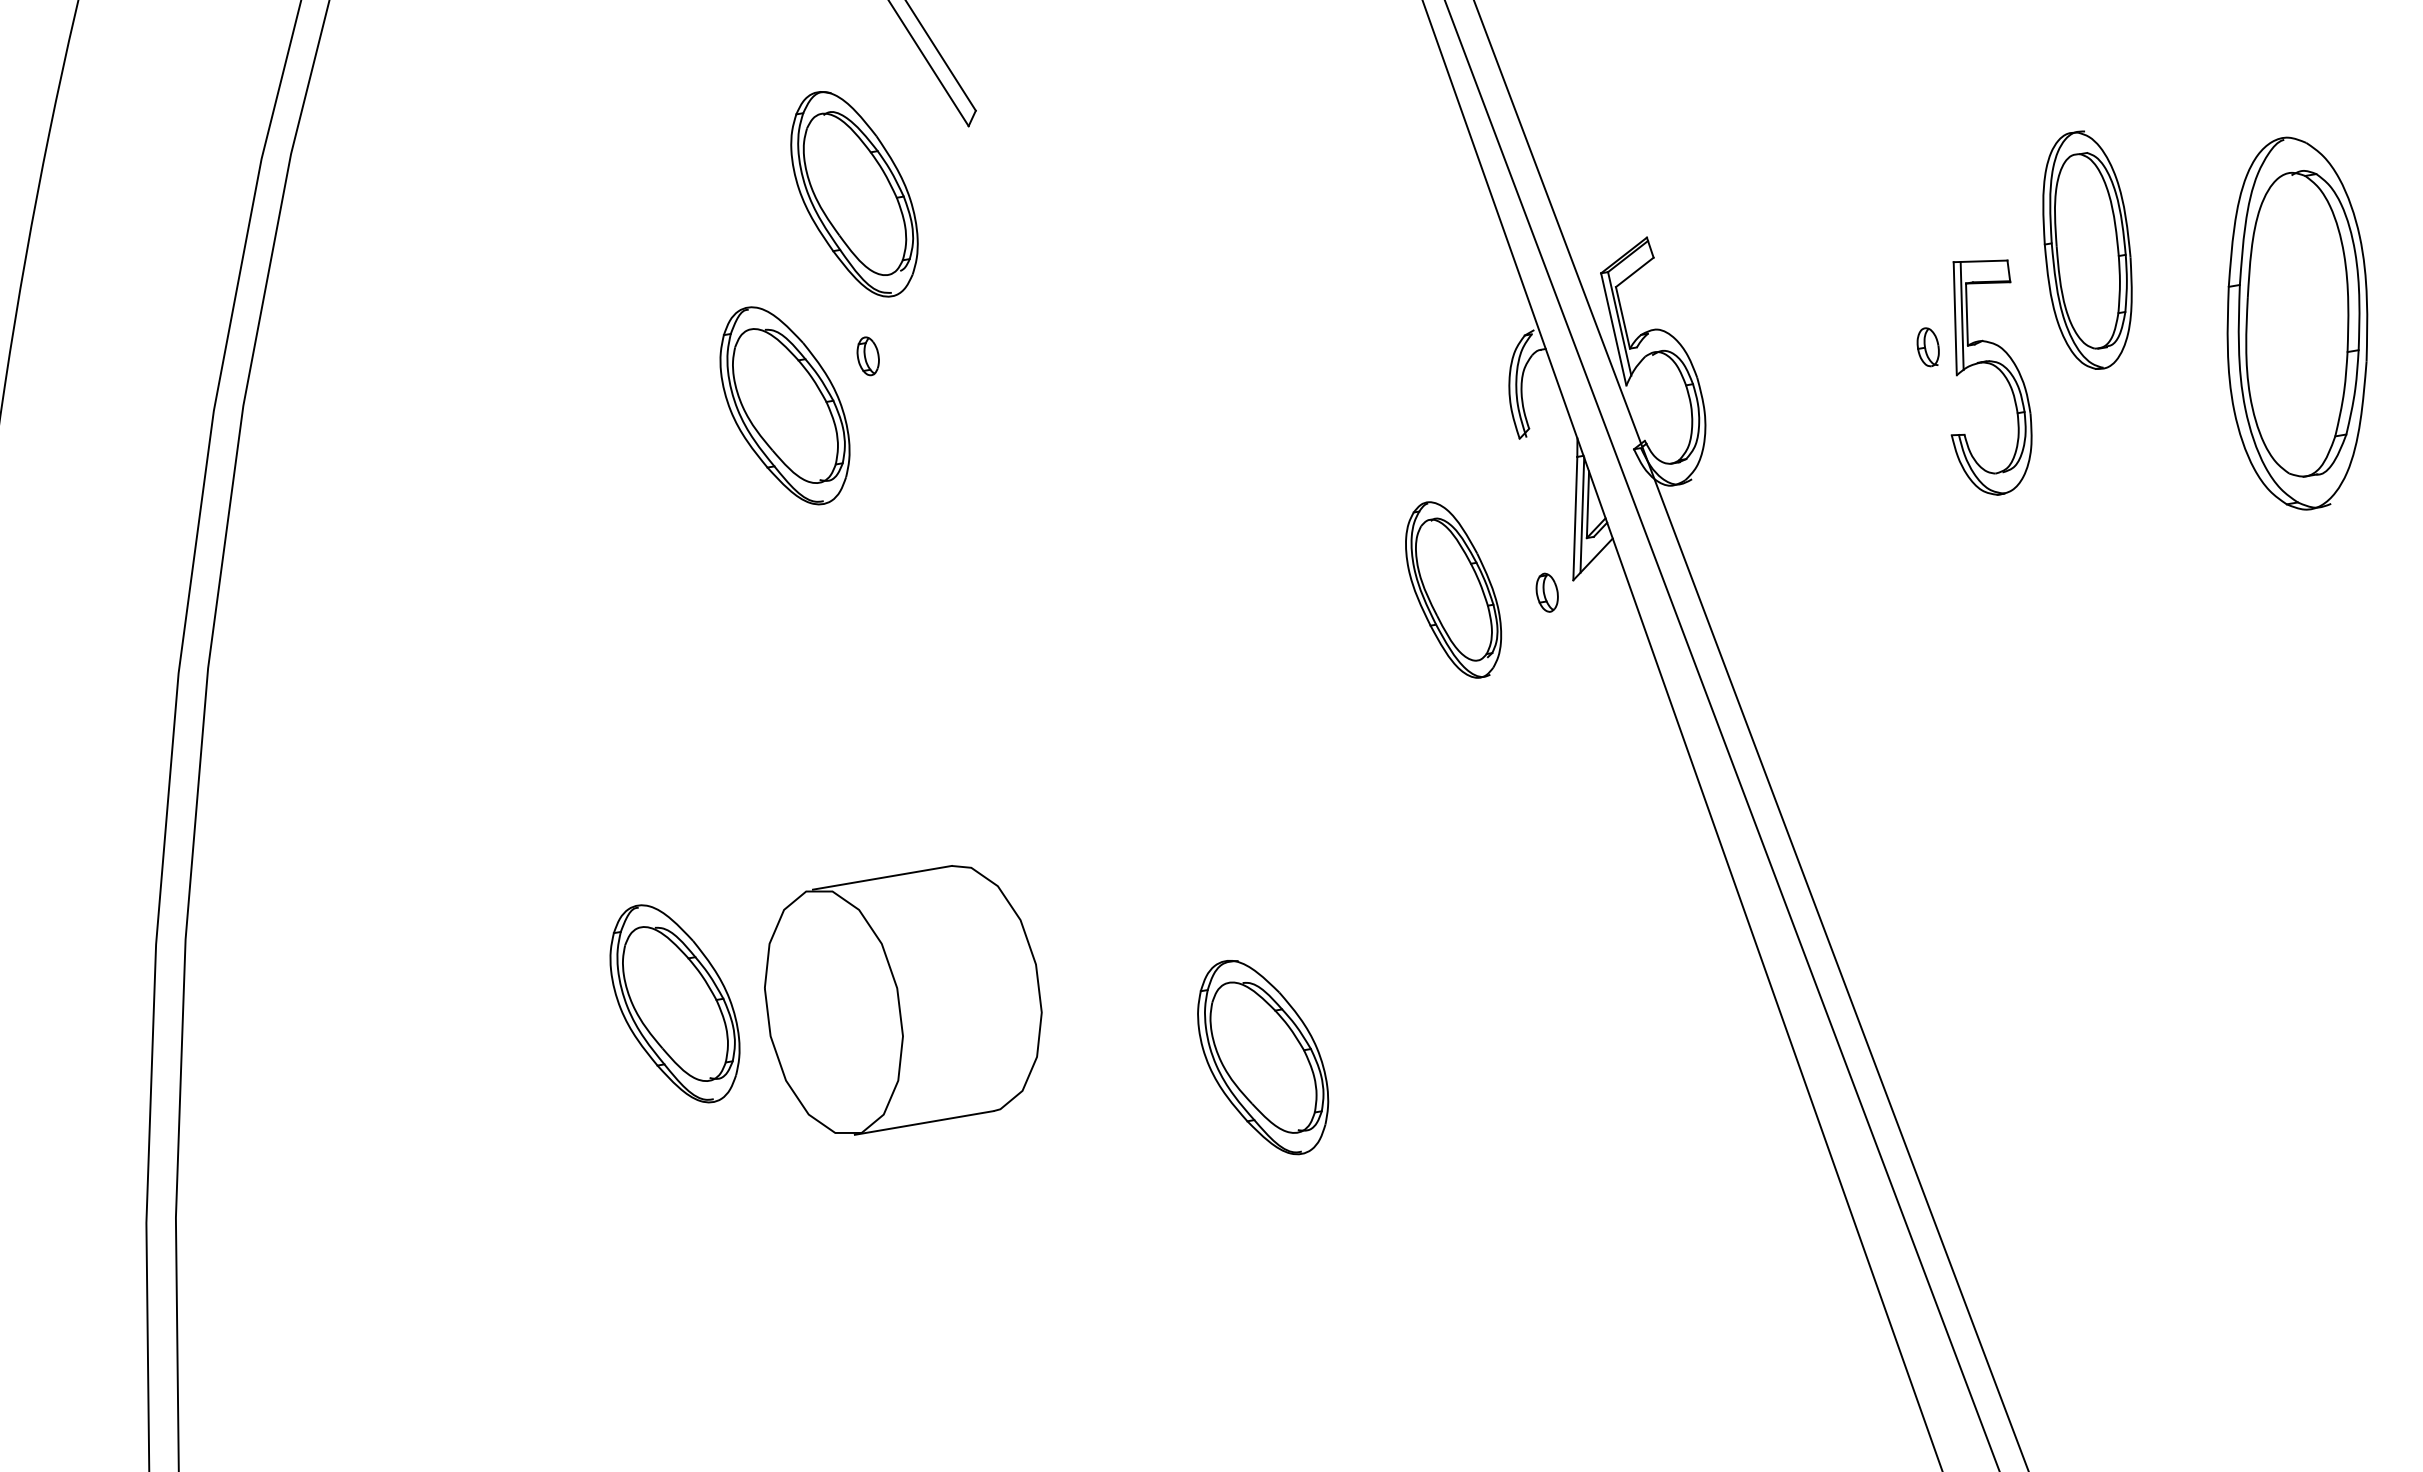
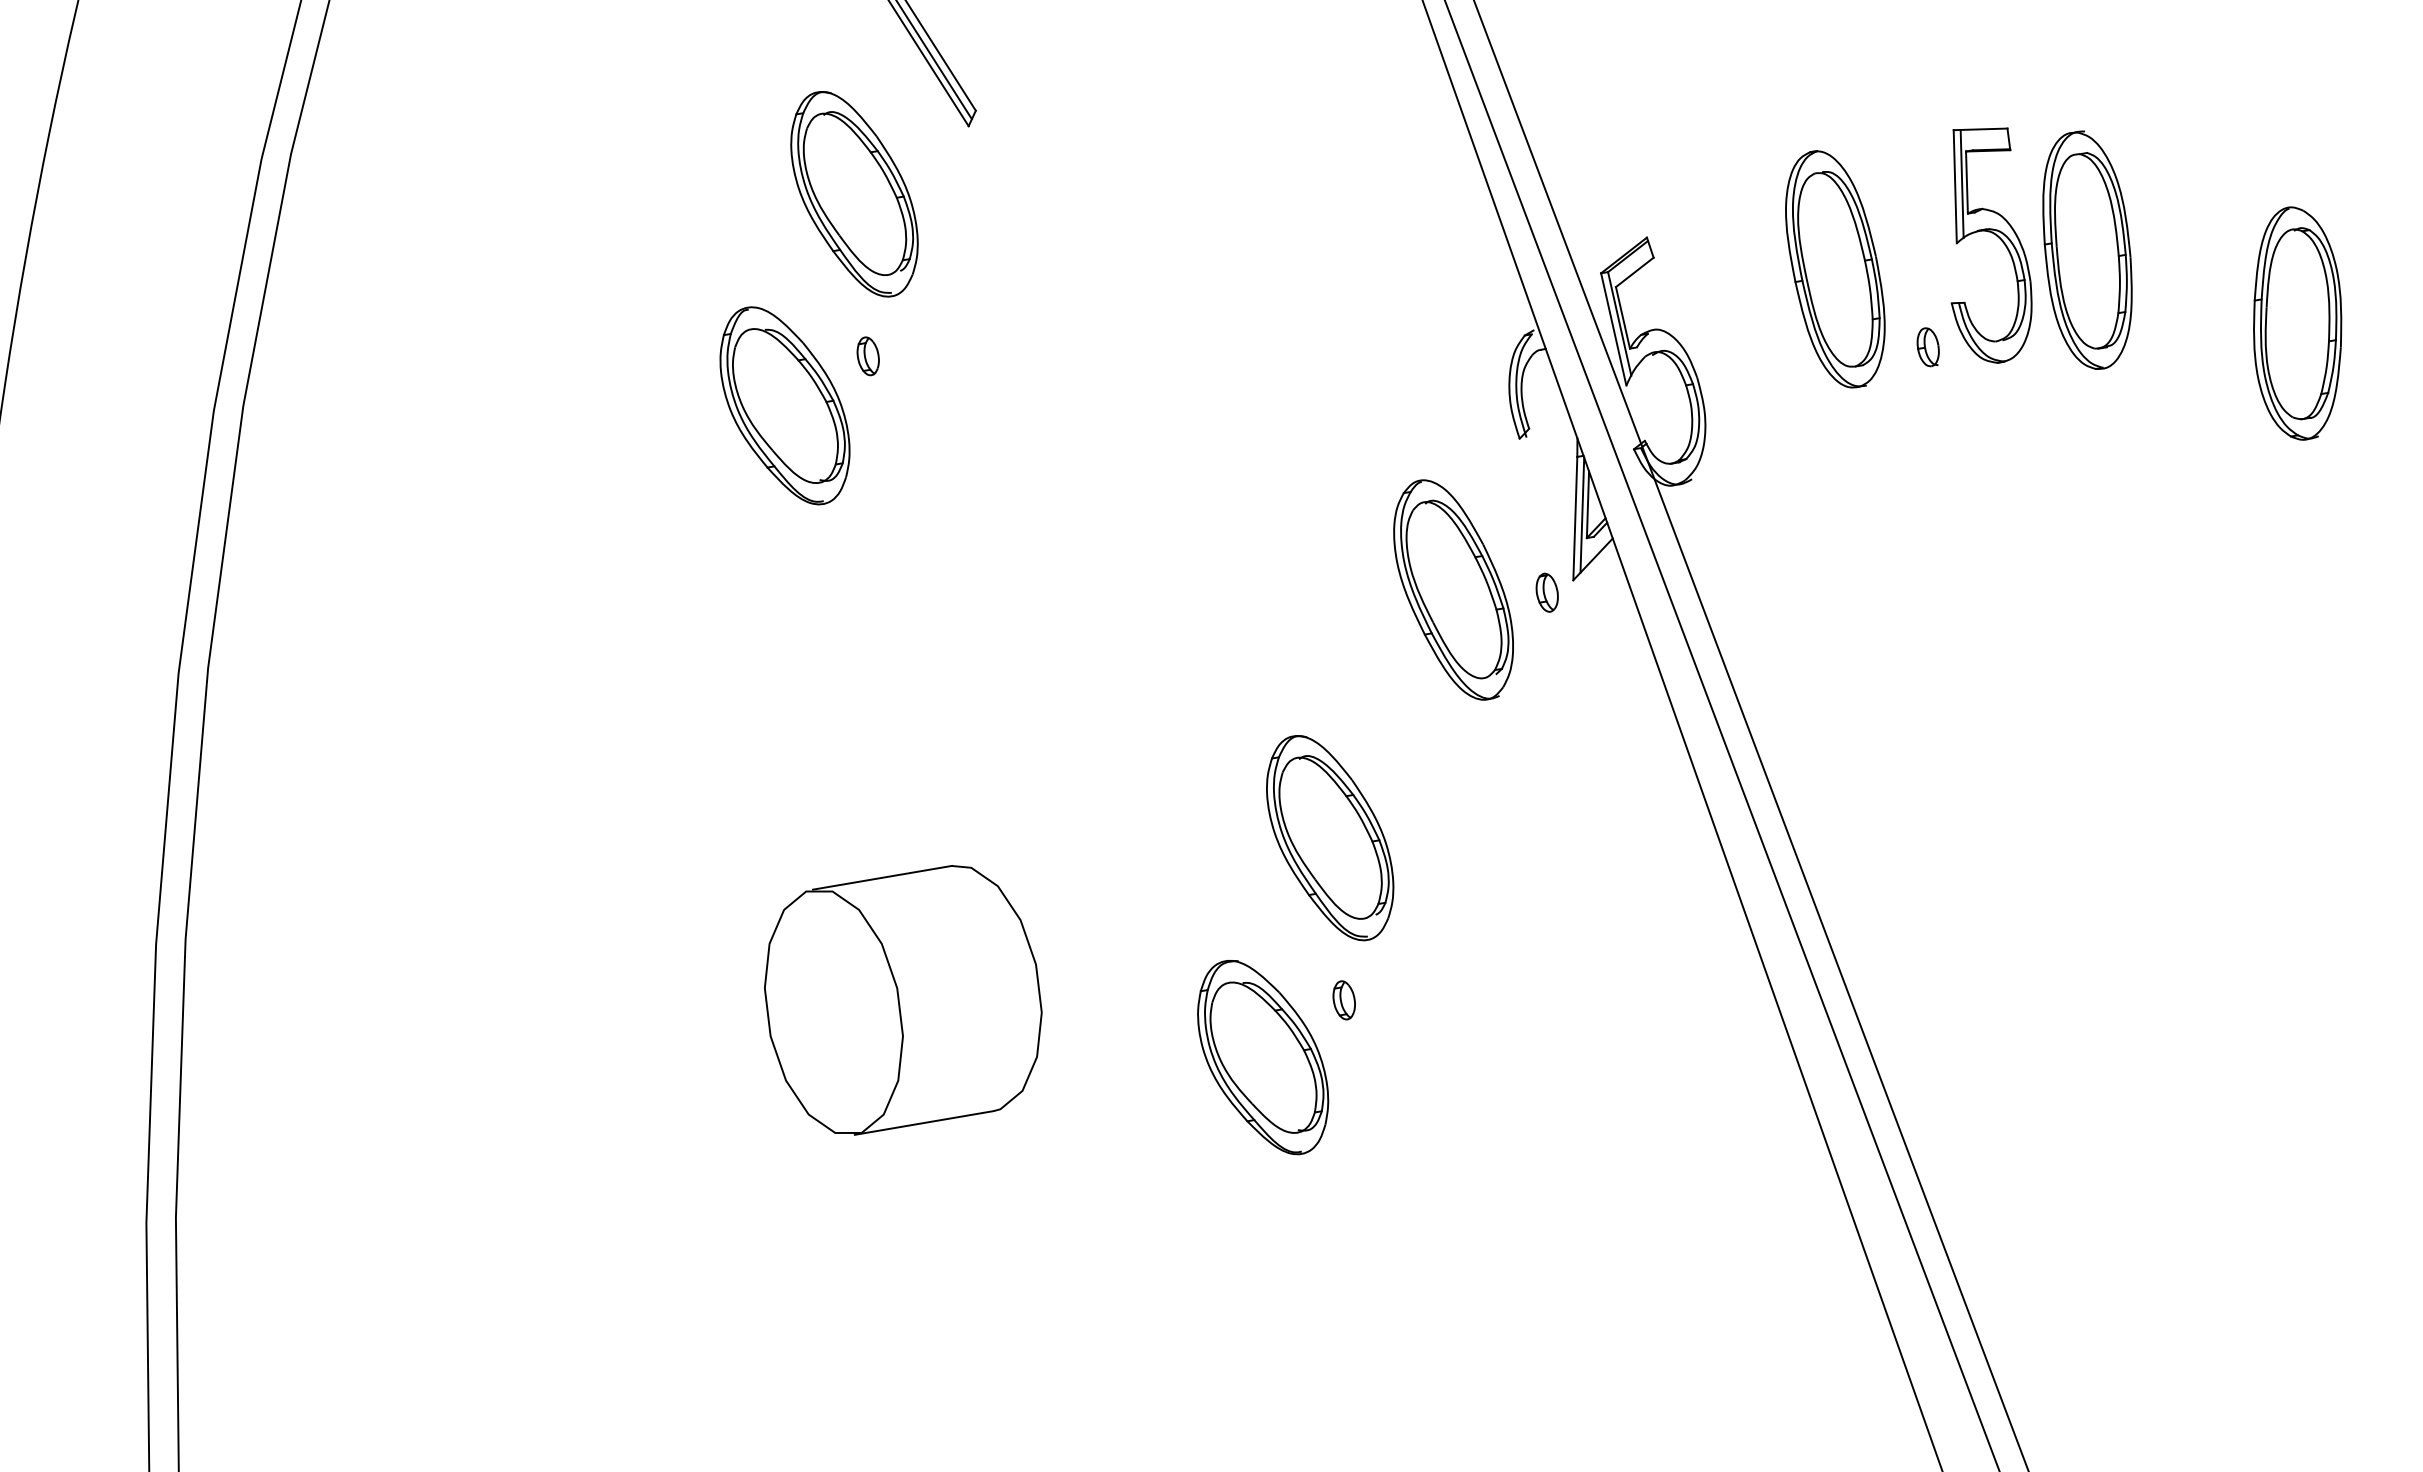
line at (934, 60): none -> present
part at (1835, 269): none -> present
part at (2297, 323) size: 143x375 px -> 90x235 px
part at (1997, 369) position: (1997, 369) -> (1997, 237)
part at (1453, 589) size: 98x178 px -> 121x222 px
part at (1330, 838): none -> present
part at (1343, 1000): none -> present
part at (674, 1003): present -> none
